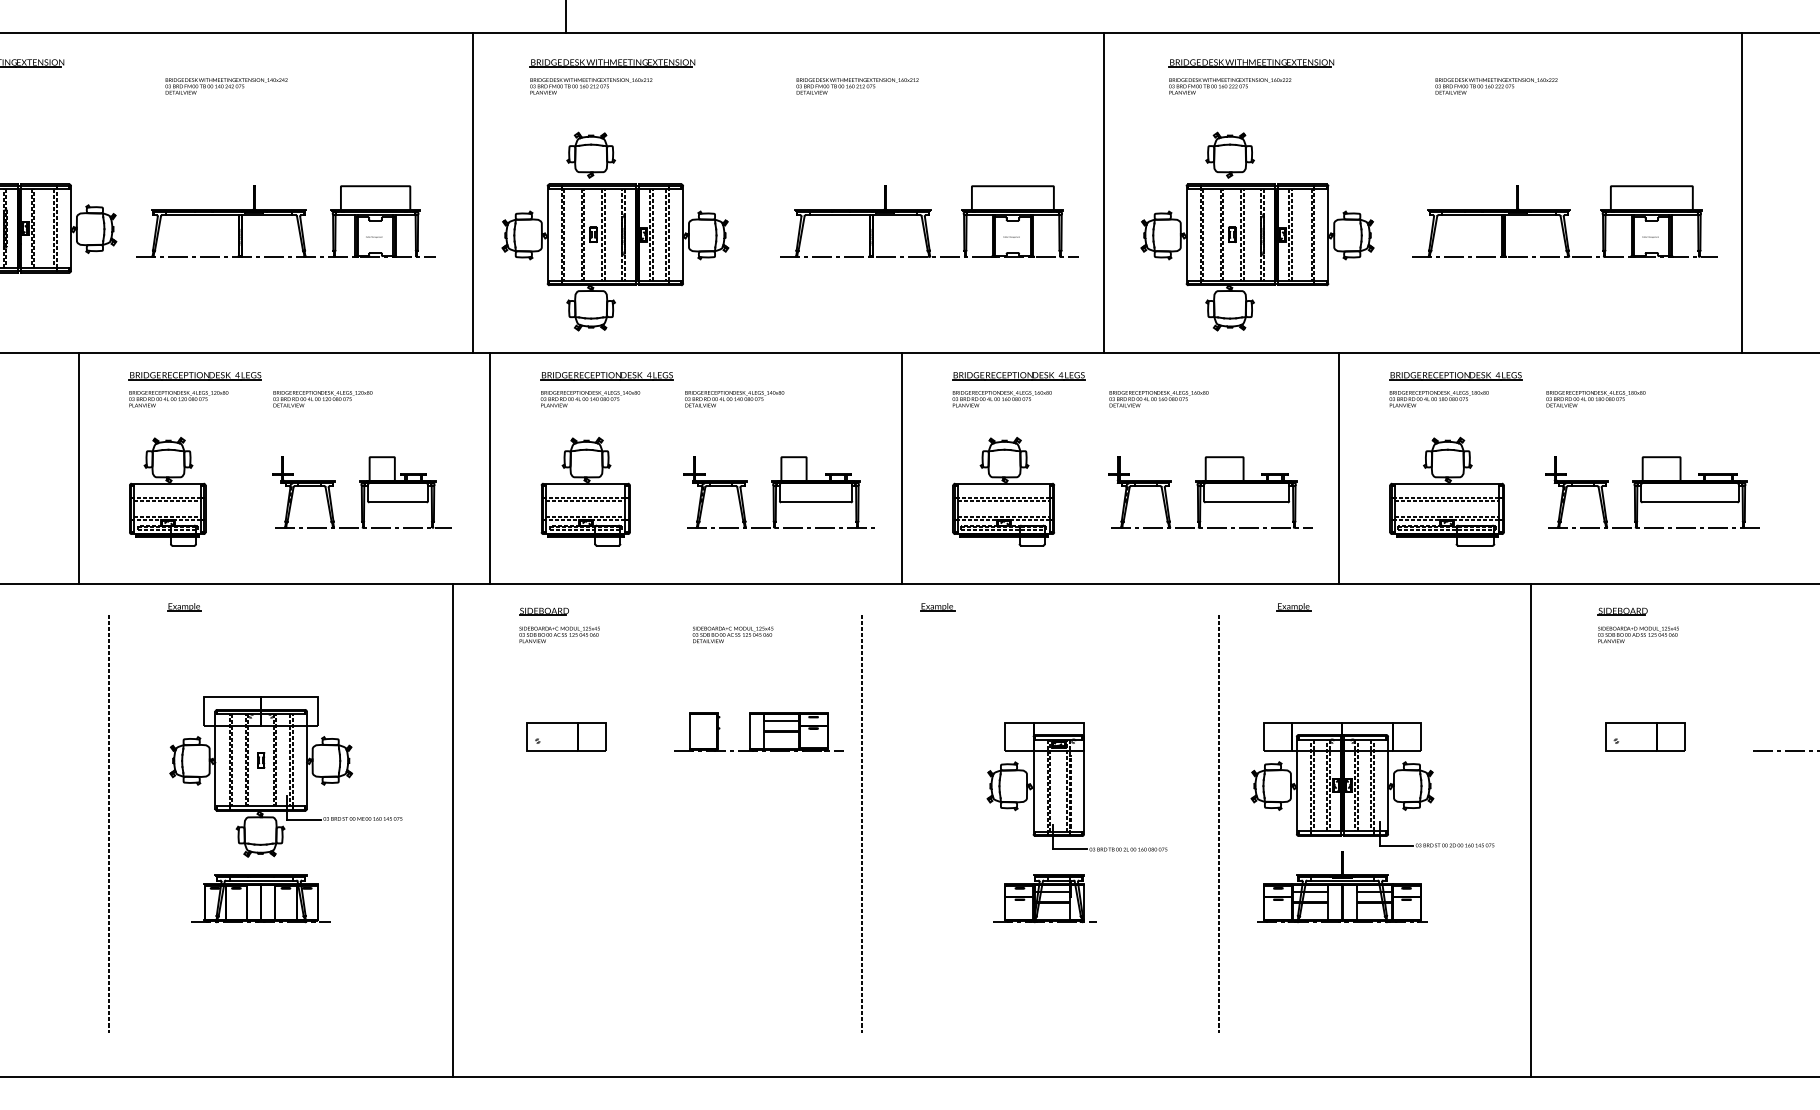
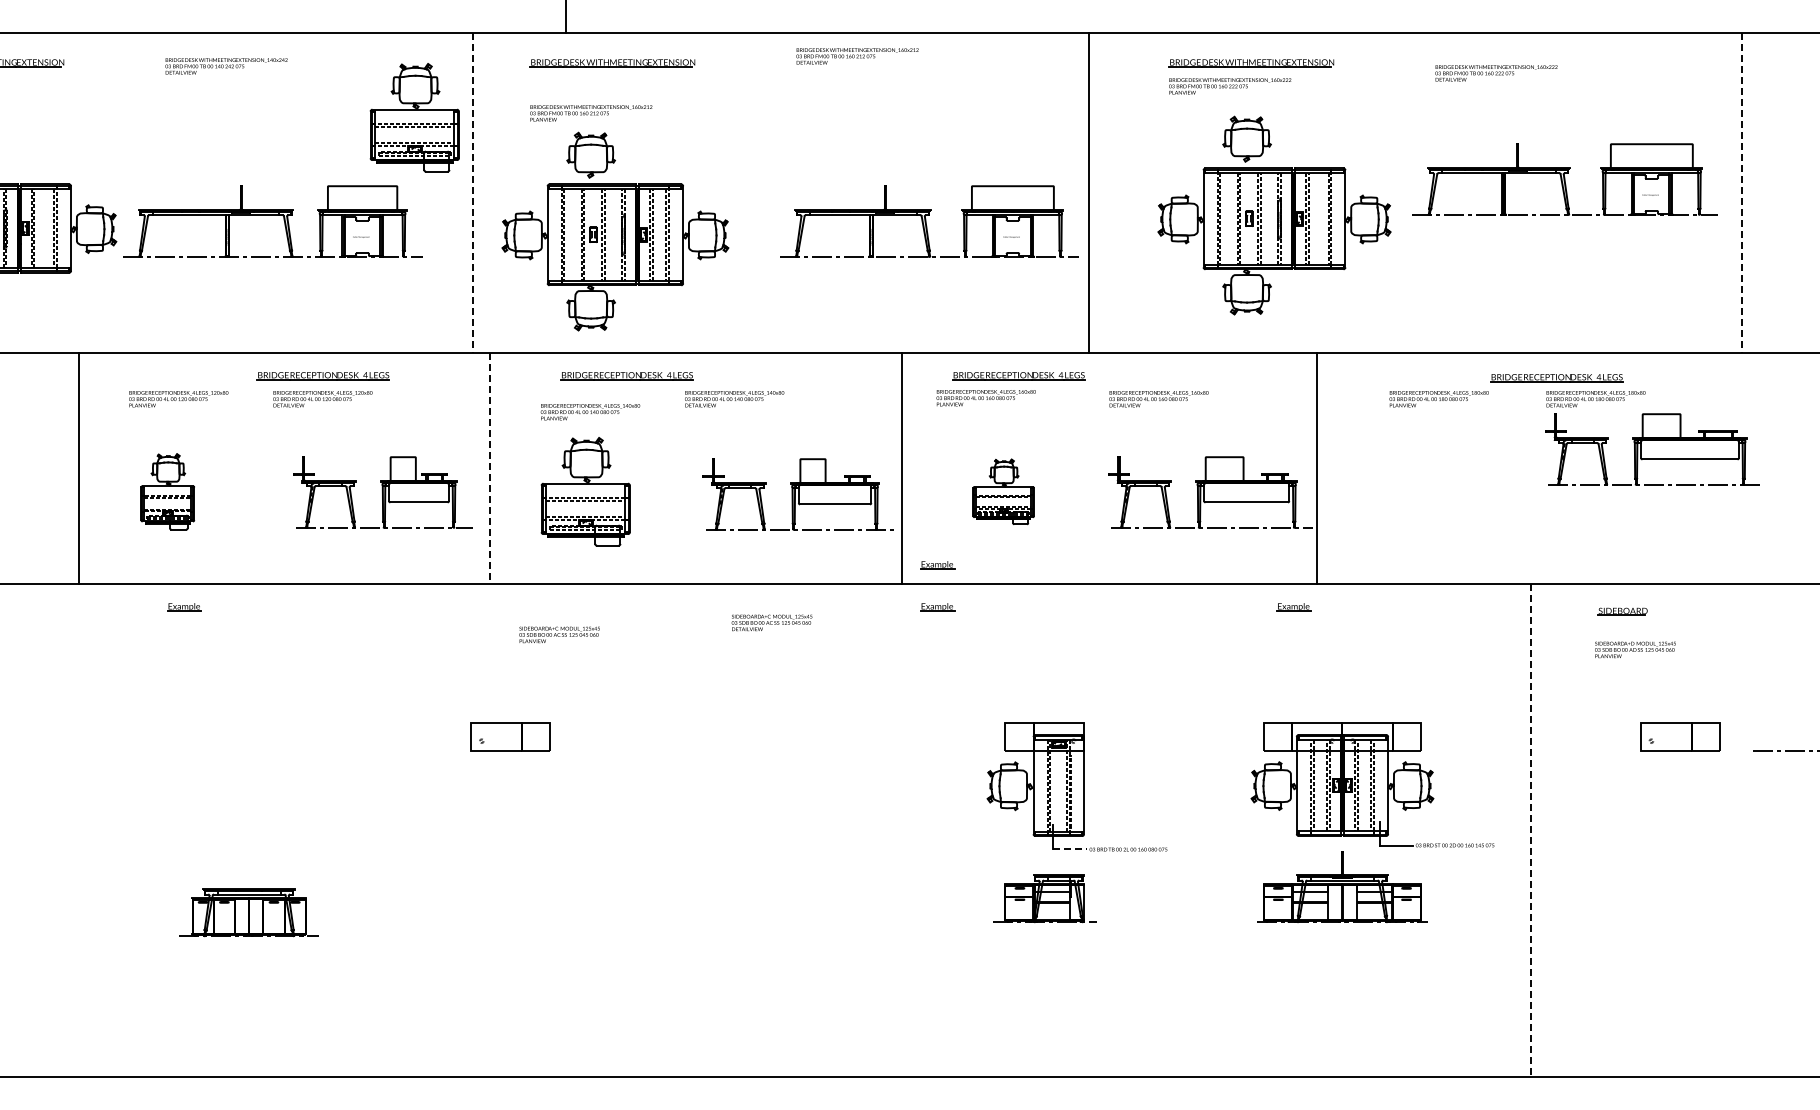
text at (226, 86) position: (226, 86) -> (226, 66)
text at (591, 86) position: (591, 86) -> (591, 113)
text at (857, 86) position: (857, 86) -> (857, 56)
text at (1496, 86) position: (1496, 86) -> (1496, 73)
part at (414, 117): none -> present
line at (472, 193): solid -> dashed
line at (1103, 193) position: (1103, 193) -> (1088, 193)
line at (1742, 193): solid -> dashed
part at (285, 221) position: (285, 221) -> (272, 221)
part at (1564, 221) position: (1564, 221) -> (1564, 179)
part at (1257, 231) position: (1257, 231) -> (1274, 215)
part at (194, 376) position: (194, 376) -> (322, 376)
part at (606, 376) position: (606, 376) -> (626, 376)
part at (1455, 376) position: (1455, 376) -> (1556, 378)
text at (590, 399) position: (590, 399) -> (590, 412)
text at (1001, 399) position: (1001, 399) -> (985, 398)
line at (489, 468): solid -> dashed
line at (1338, 468) position: (1338, 468) -> (1316, 468)
part at (167, 491) size: 78x110 px -> 56x78 px
part at (1003, 491) size: 103x110 px -> 63x68 px
part at (1446, 491): present -> none
part at (361, 492) position: (361, 492) -> (382, 492)
part at (778, 492) position: (778, 492) -> (797, 494)
part at (1652, 492) position: (1652, 492) -> (1652, 449)
part at (937, 565): none -> present
part at (543, 611): present -> none
text at (732, 634) position: (732, 634) -> (771, 622)
text at (1638, 634) position: (1638, 634) -> (1635, 649)
part at (758, 731): present -> none
part at (566, 736) position: (566, 736) -> (510, 736)
part at (1645, 736) position: (1645, 736) -> (1680, 736)
part at (285, 776): present -> none
line at (109, 823): present -> none
line at (862, 823): present -> none
line at (1218, 823): present -> none
line at (452, 829): present -> none
line at (1531, 830): solid -> dashed
line at (1070, 848): solid -> dashed
part at (260, 898) position: (260, 898) -> (248, 912)
